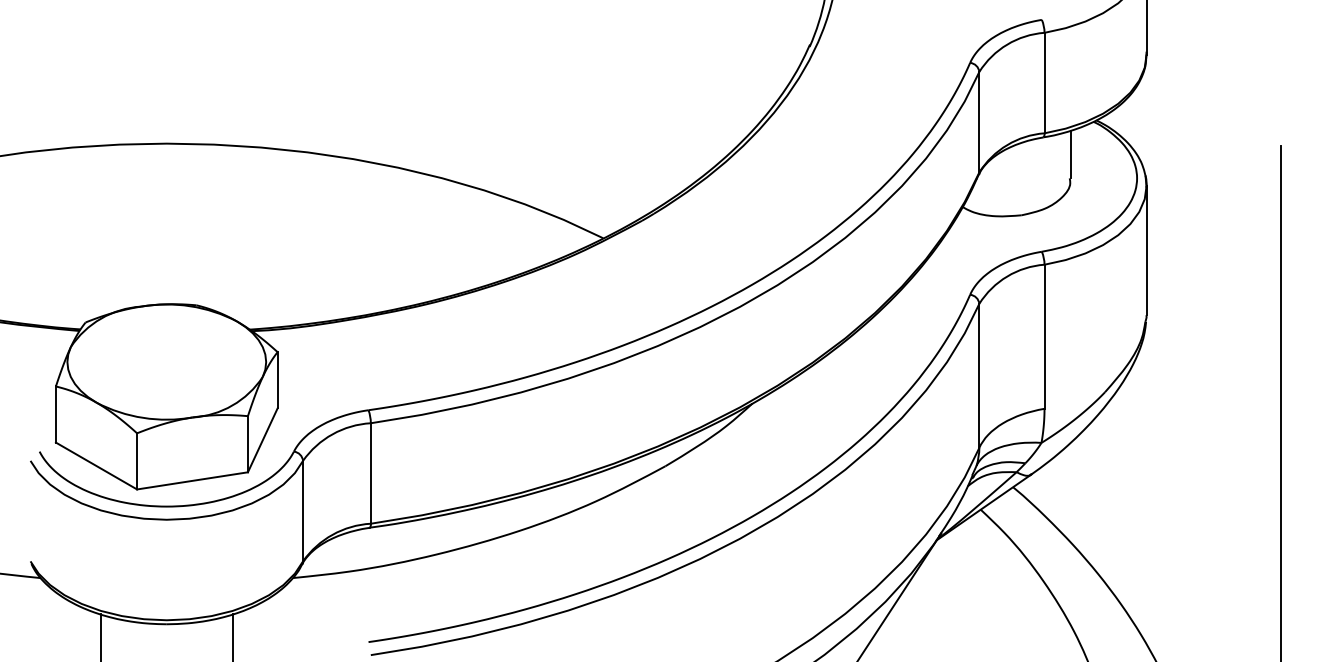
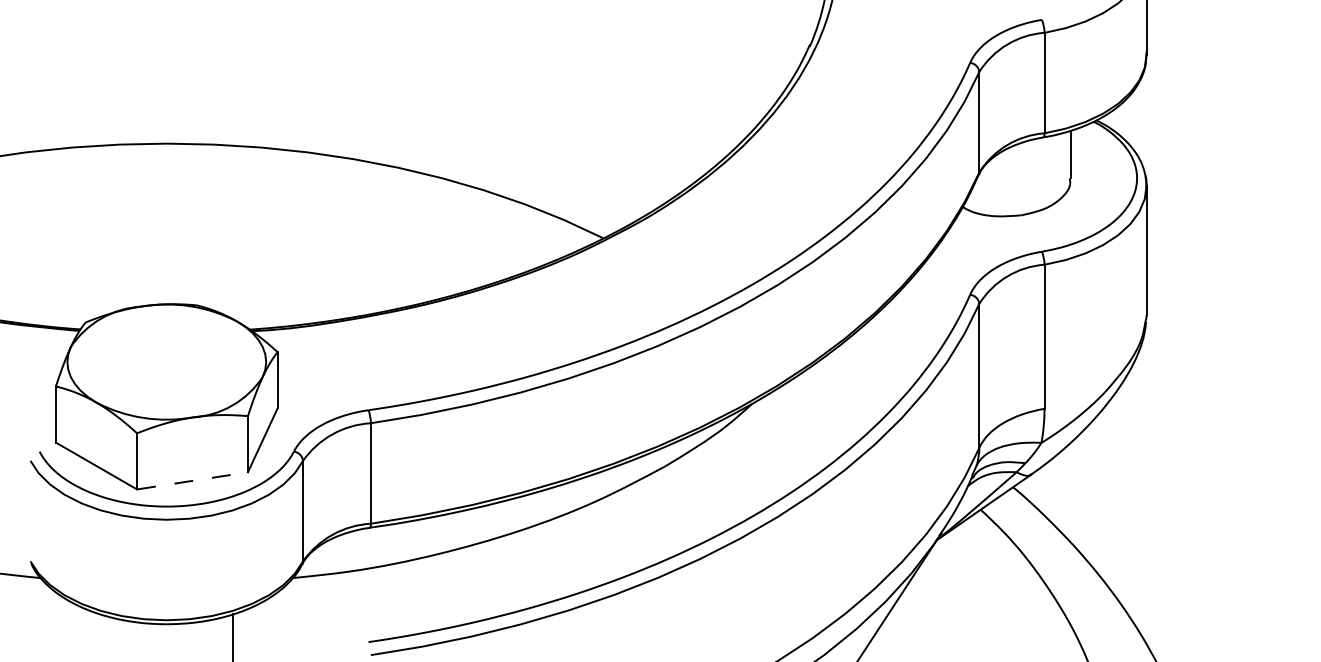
line at (1281, 402): present -> none
line at (193, 480): solid -> dashed
line at (100, 636): present -> none
